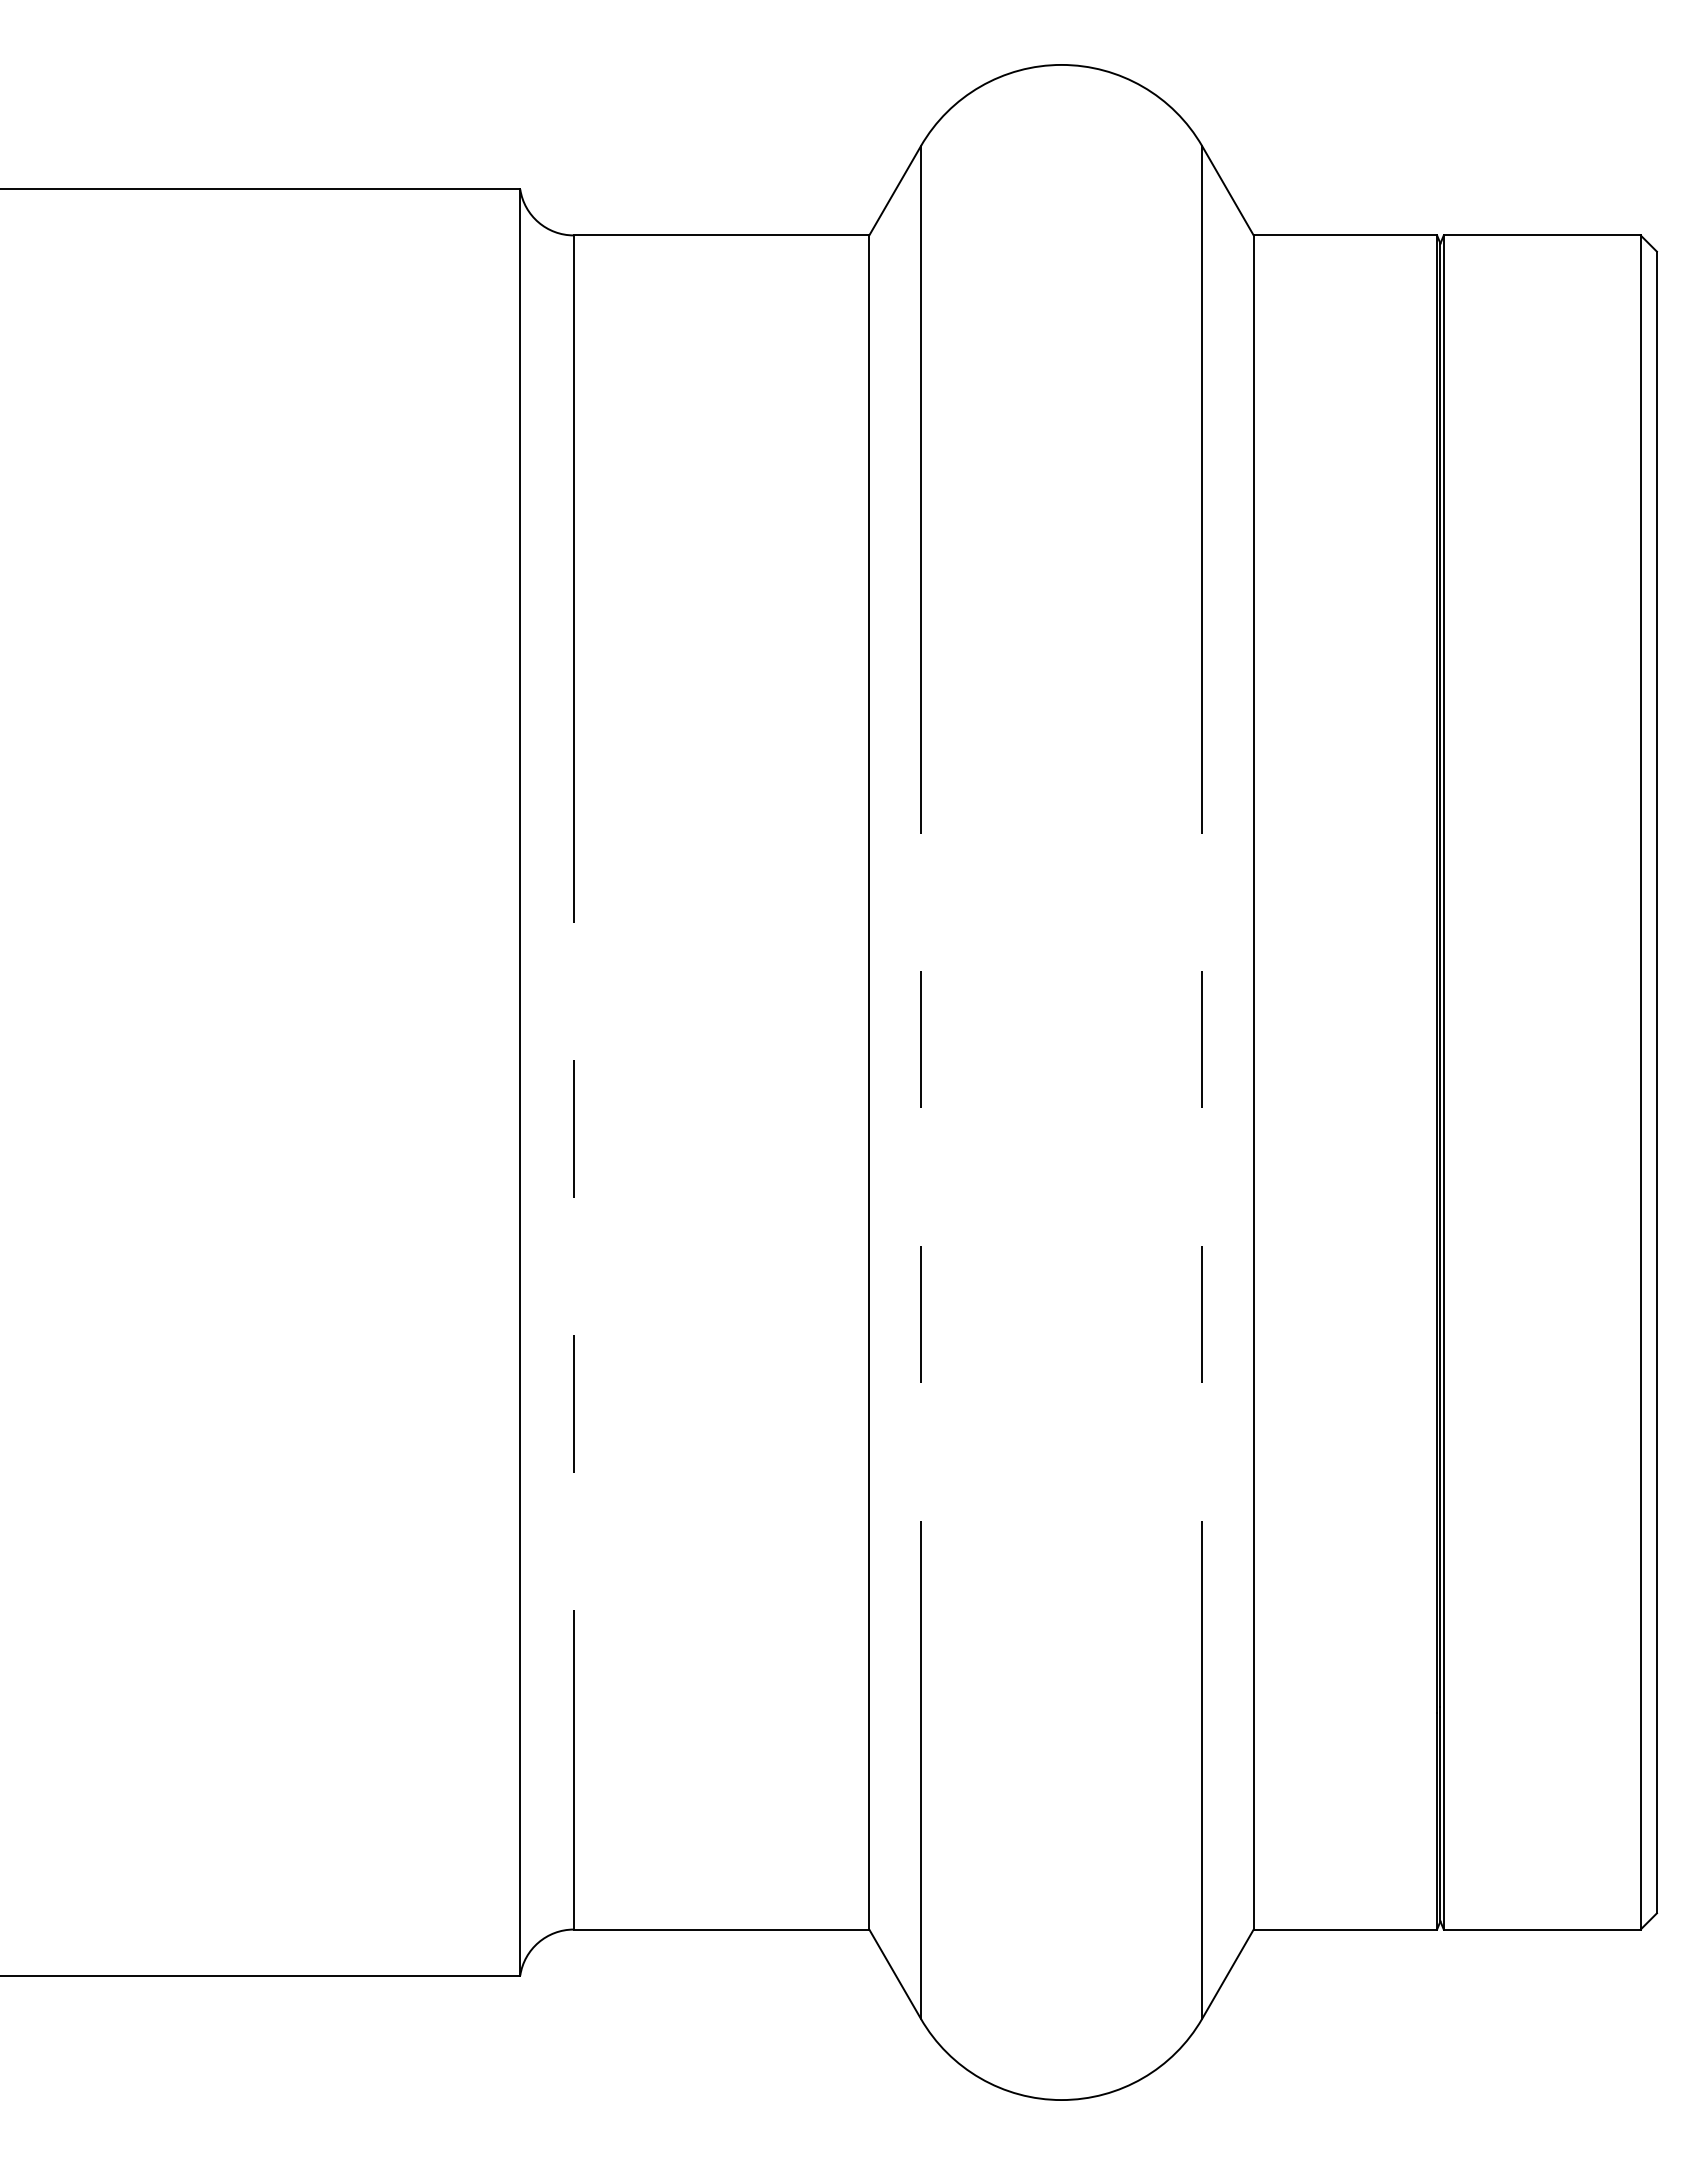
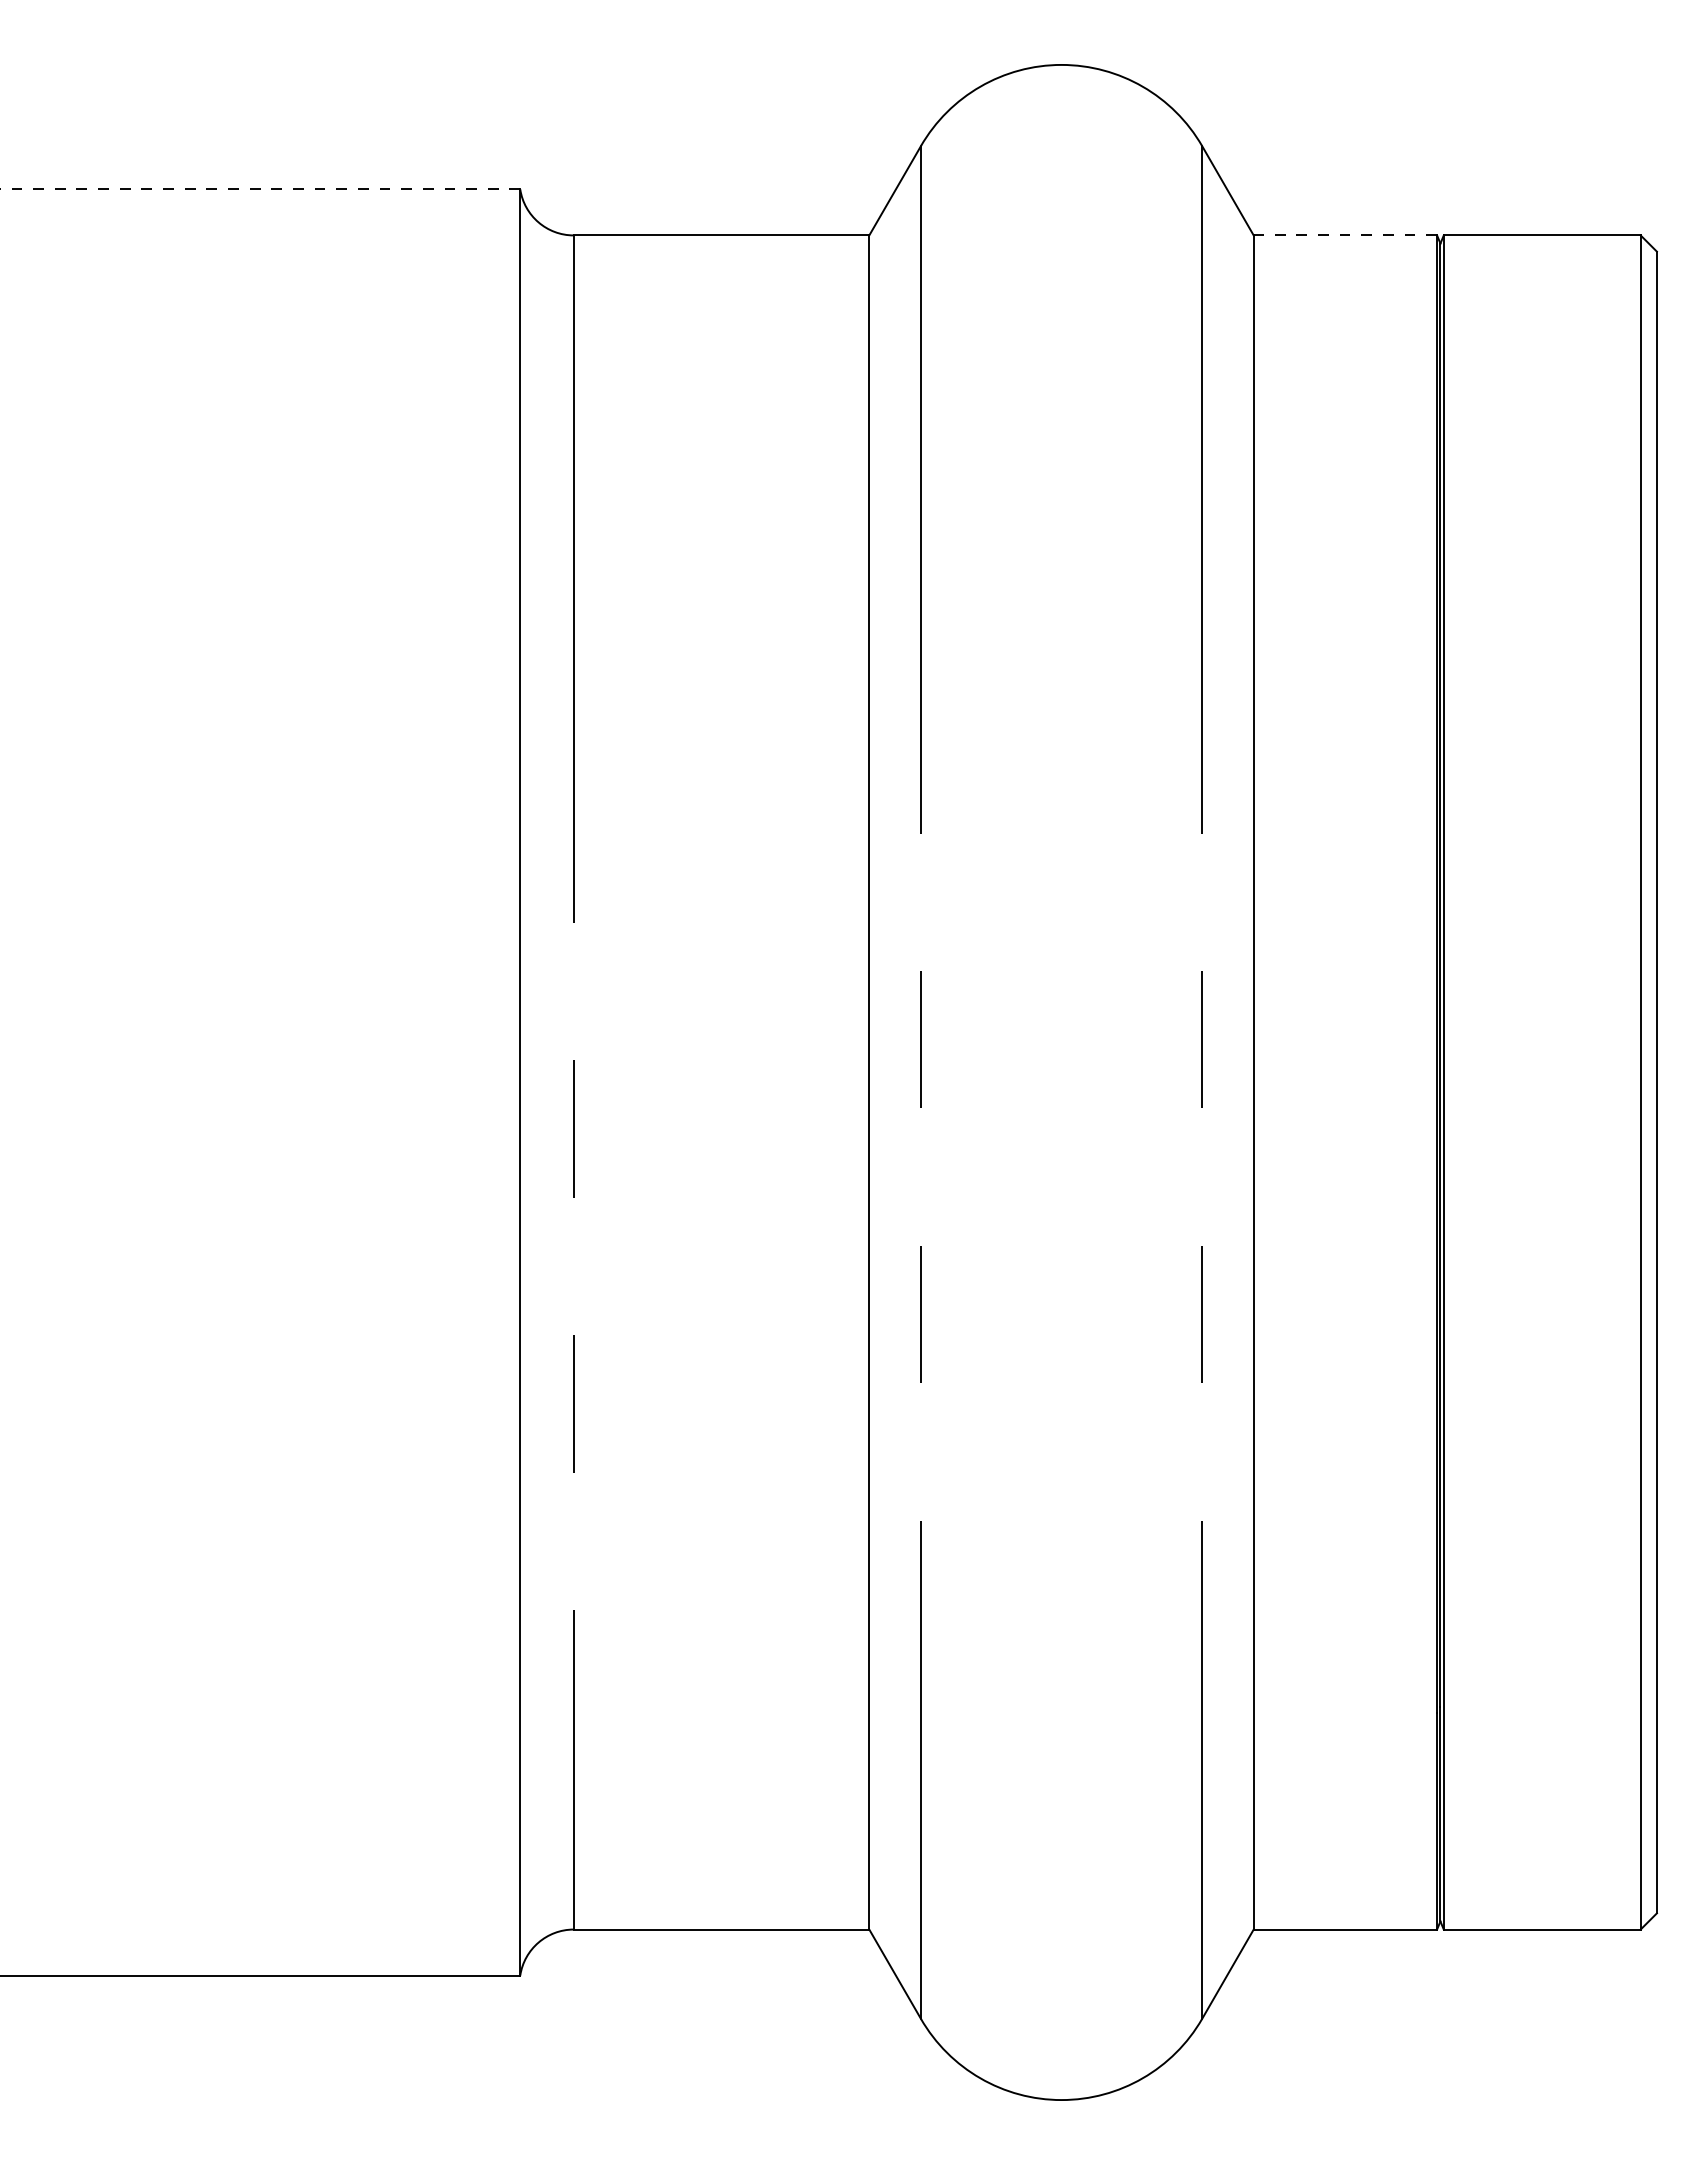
line at (260, 189): solid -> dashed
line at (1345, 235): solid -> dashed
